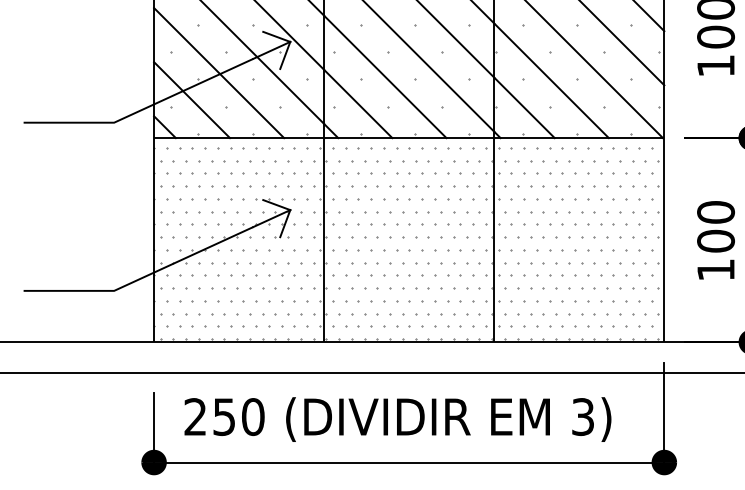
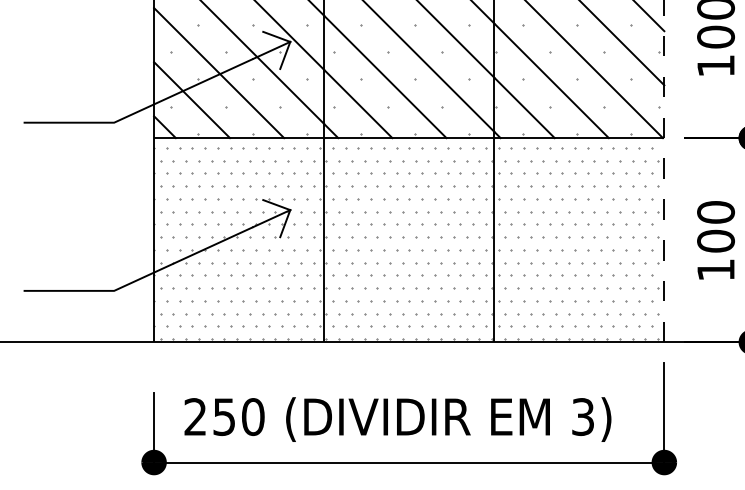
line at (664, 171): solid -> dashed
line at (371, 372): present -> none
